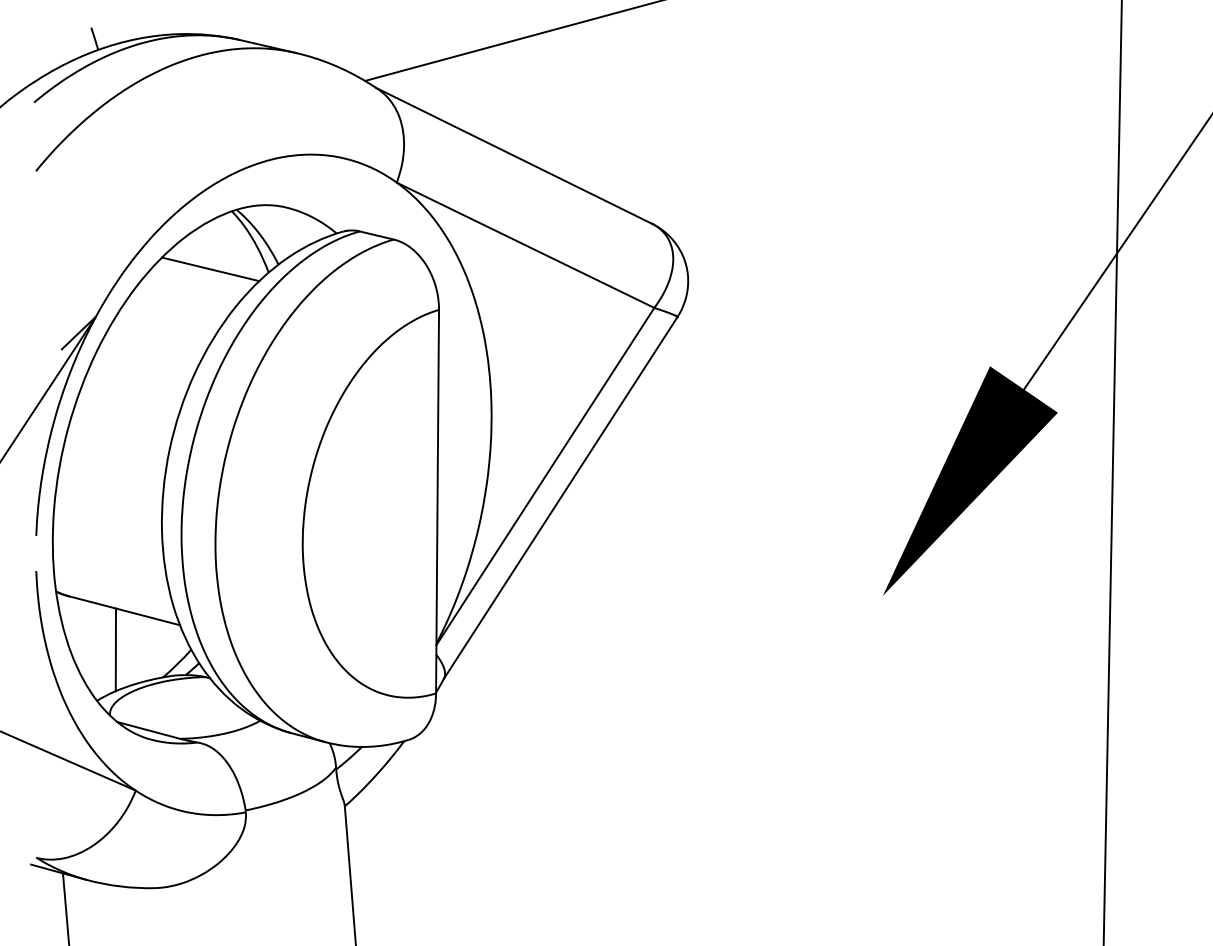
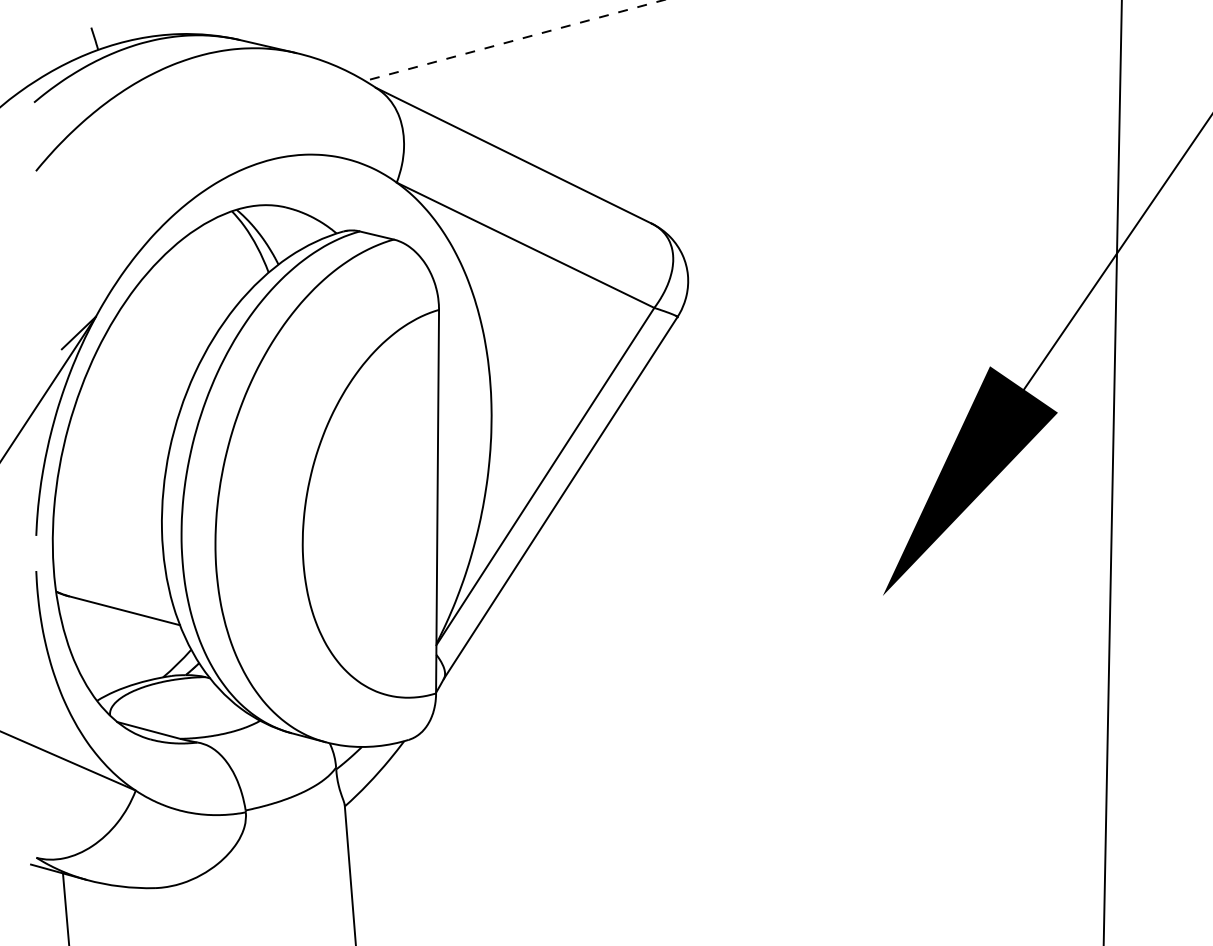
line at (514, 40): solid -> dashed
line at (210, 269): present -> none
line at (115, 649): present -> none
